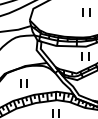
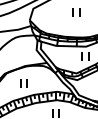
part at (86, 12) position: (86, 12) -> (76, 12)
